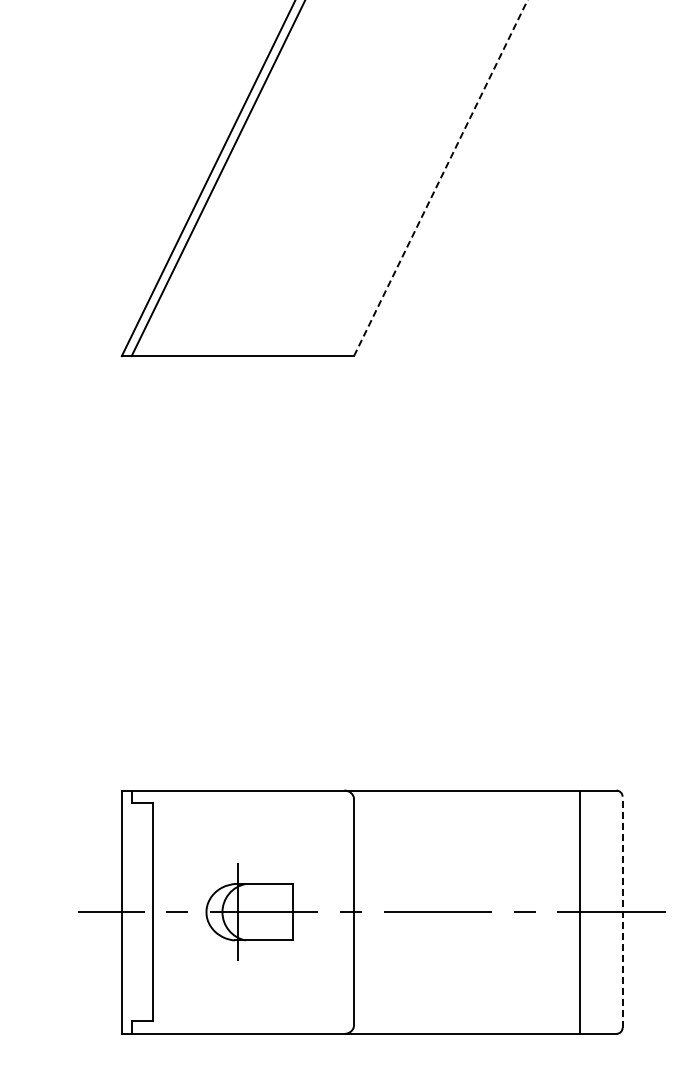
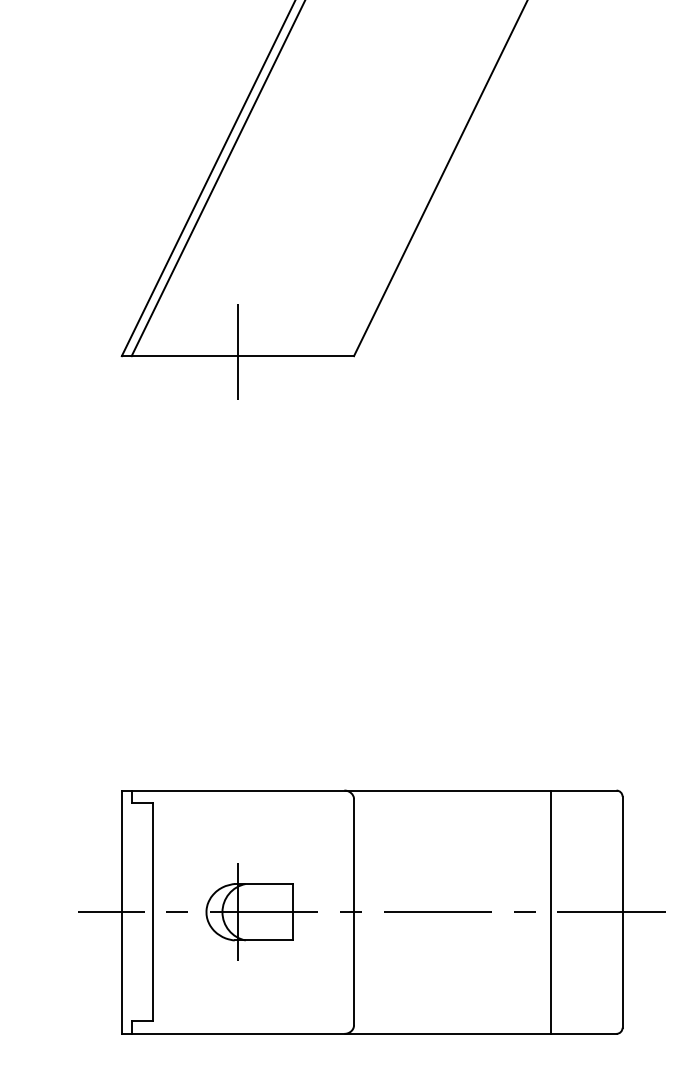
line at (440, 178): dashed -> solid
line at (237, 351): none -> present
line at (579, 911) position: (579, 911) -> (550, 911)
line at (622, 912): dashed -> solid
